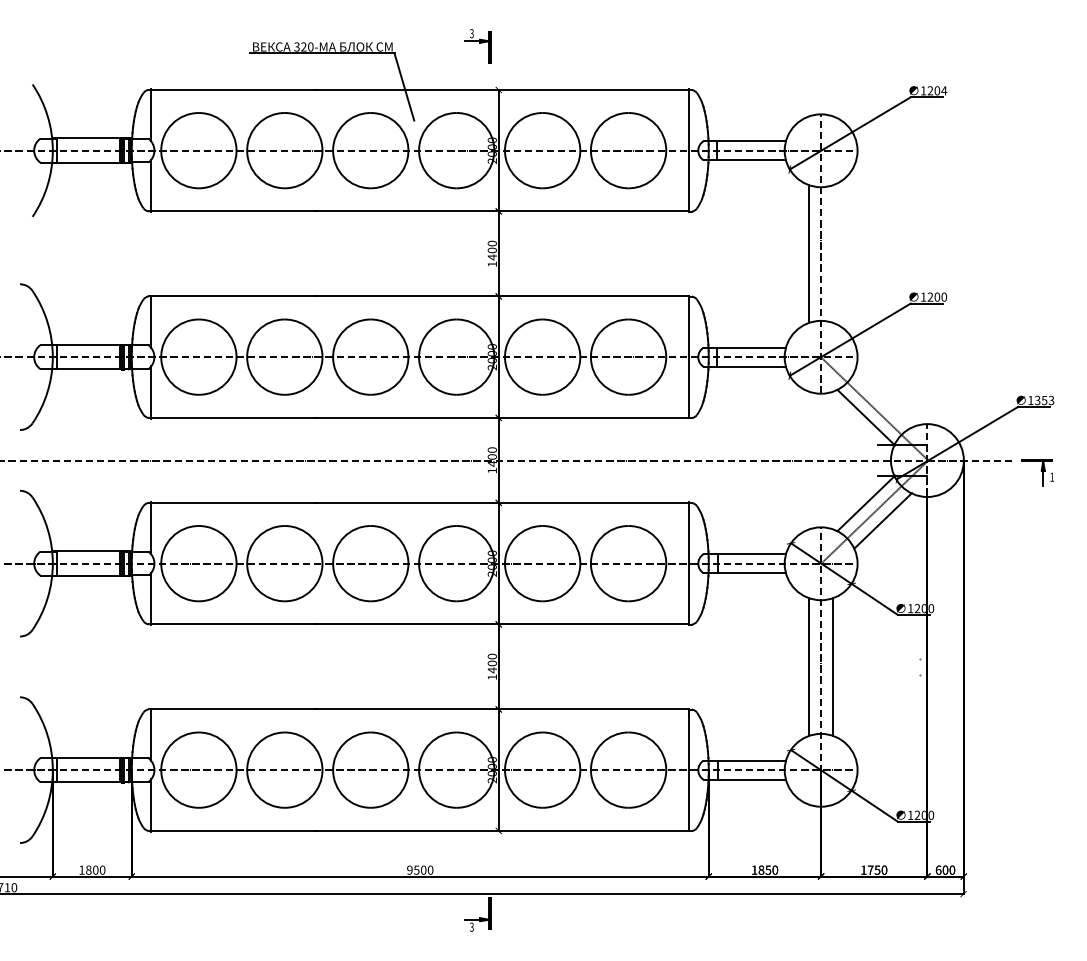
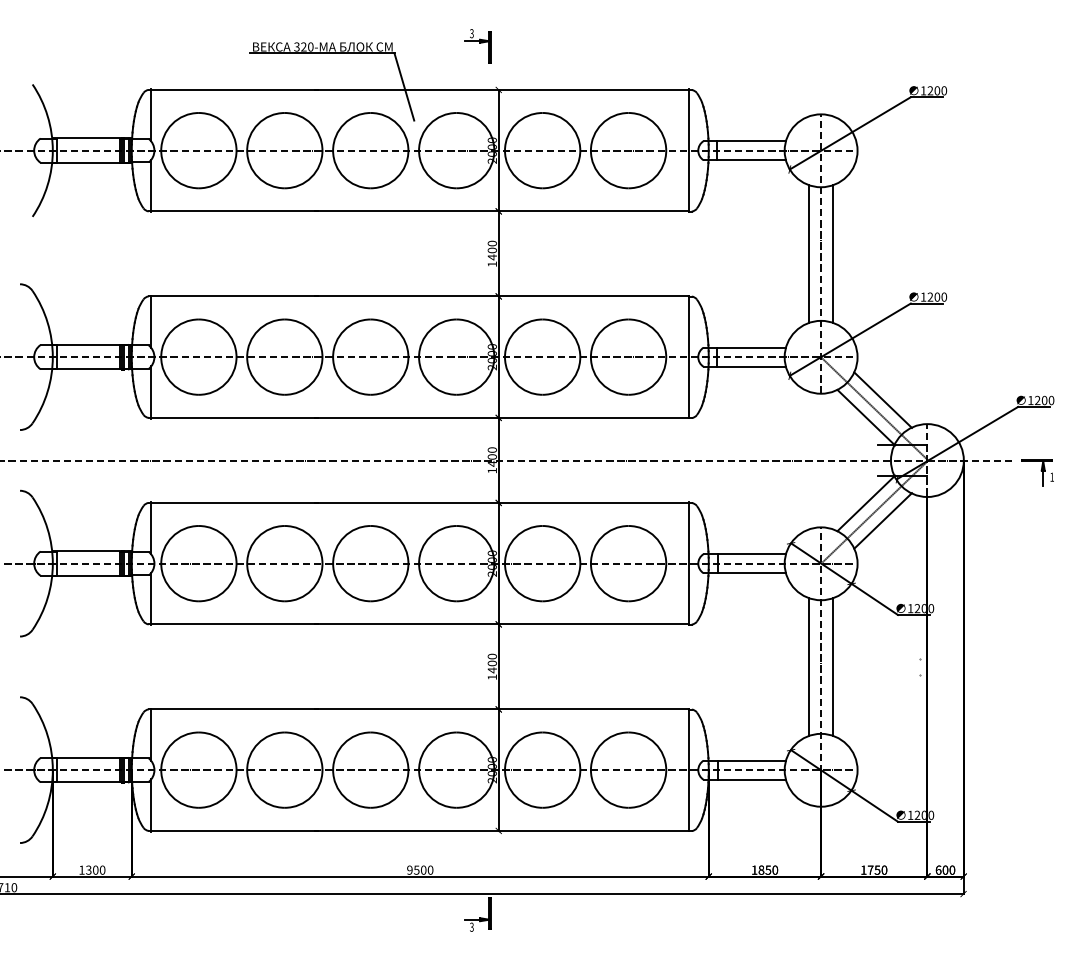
text at (944, 90): 1204 -> 1200
line at (833, 253): none -> present
line at (882, 399): none -> present
text at (1044, 400): 1353 -> 1200
text at (88, 869): 1800 -> 1300
